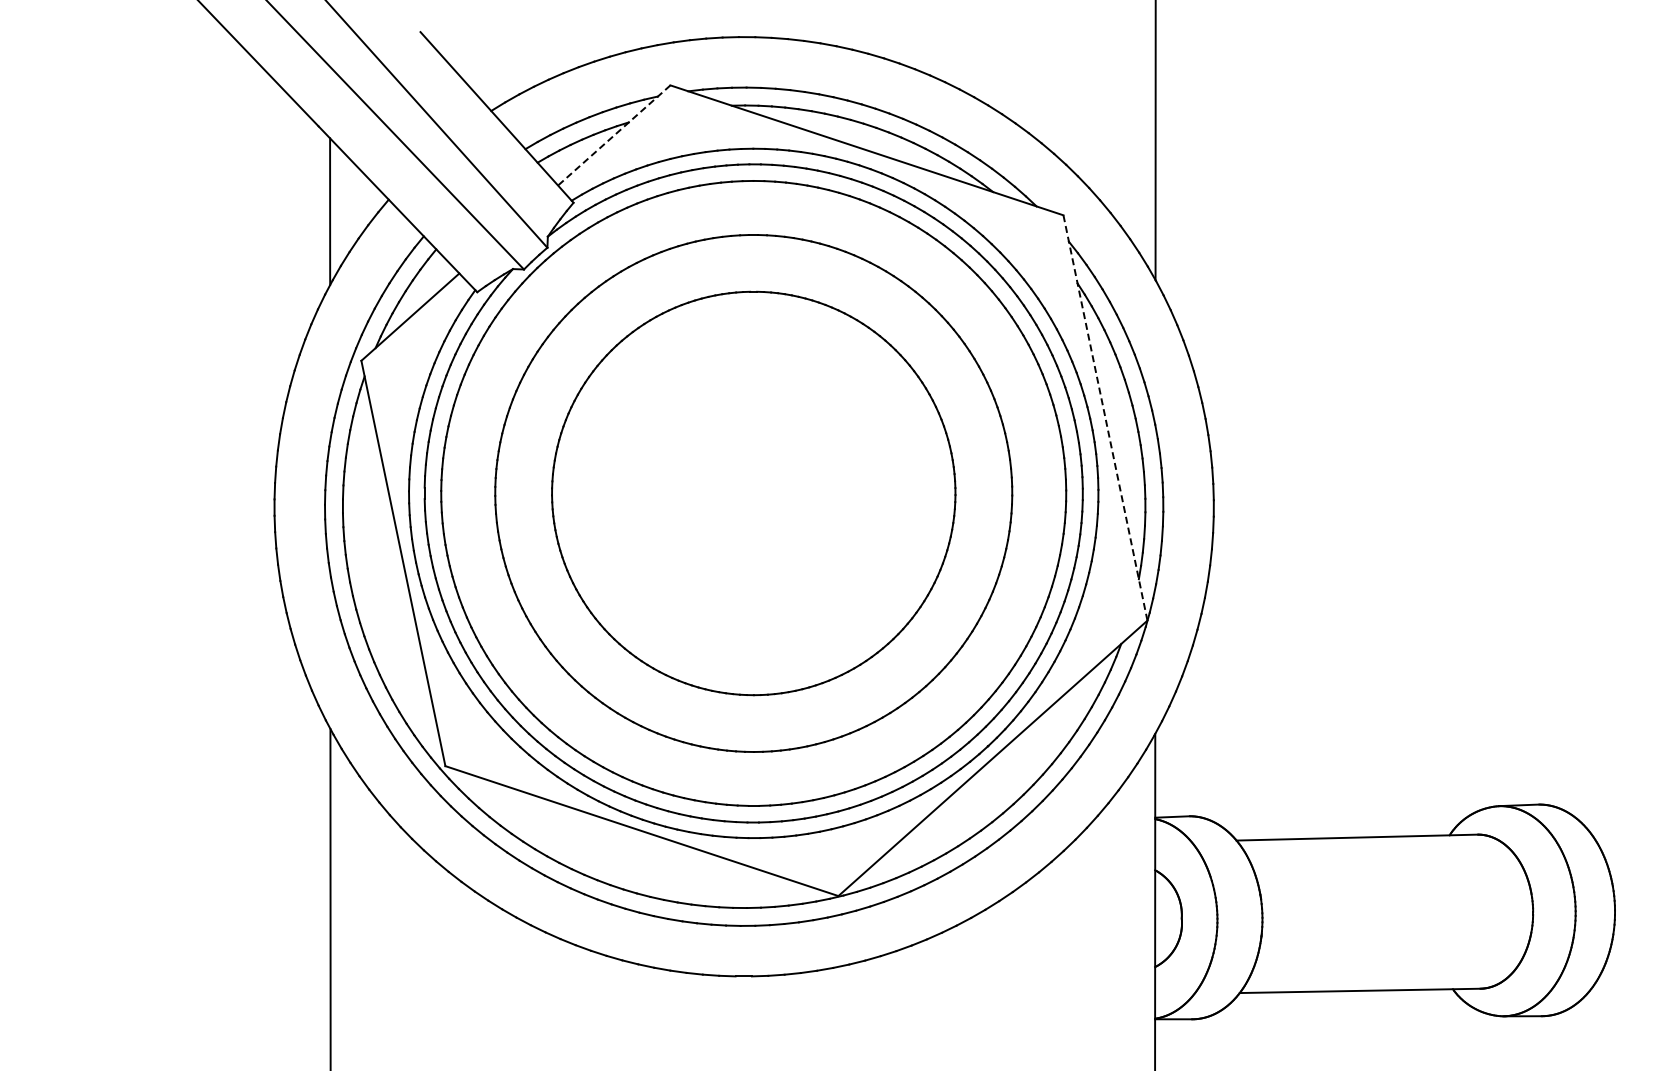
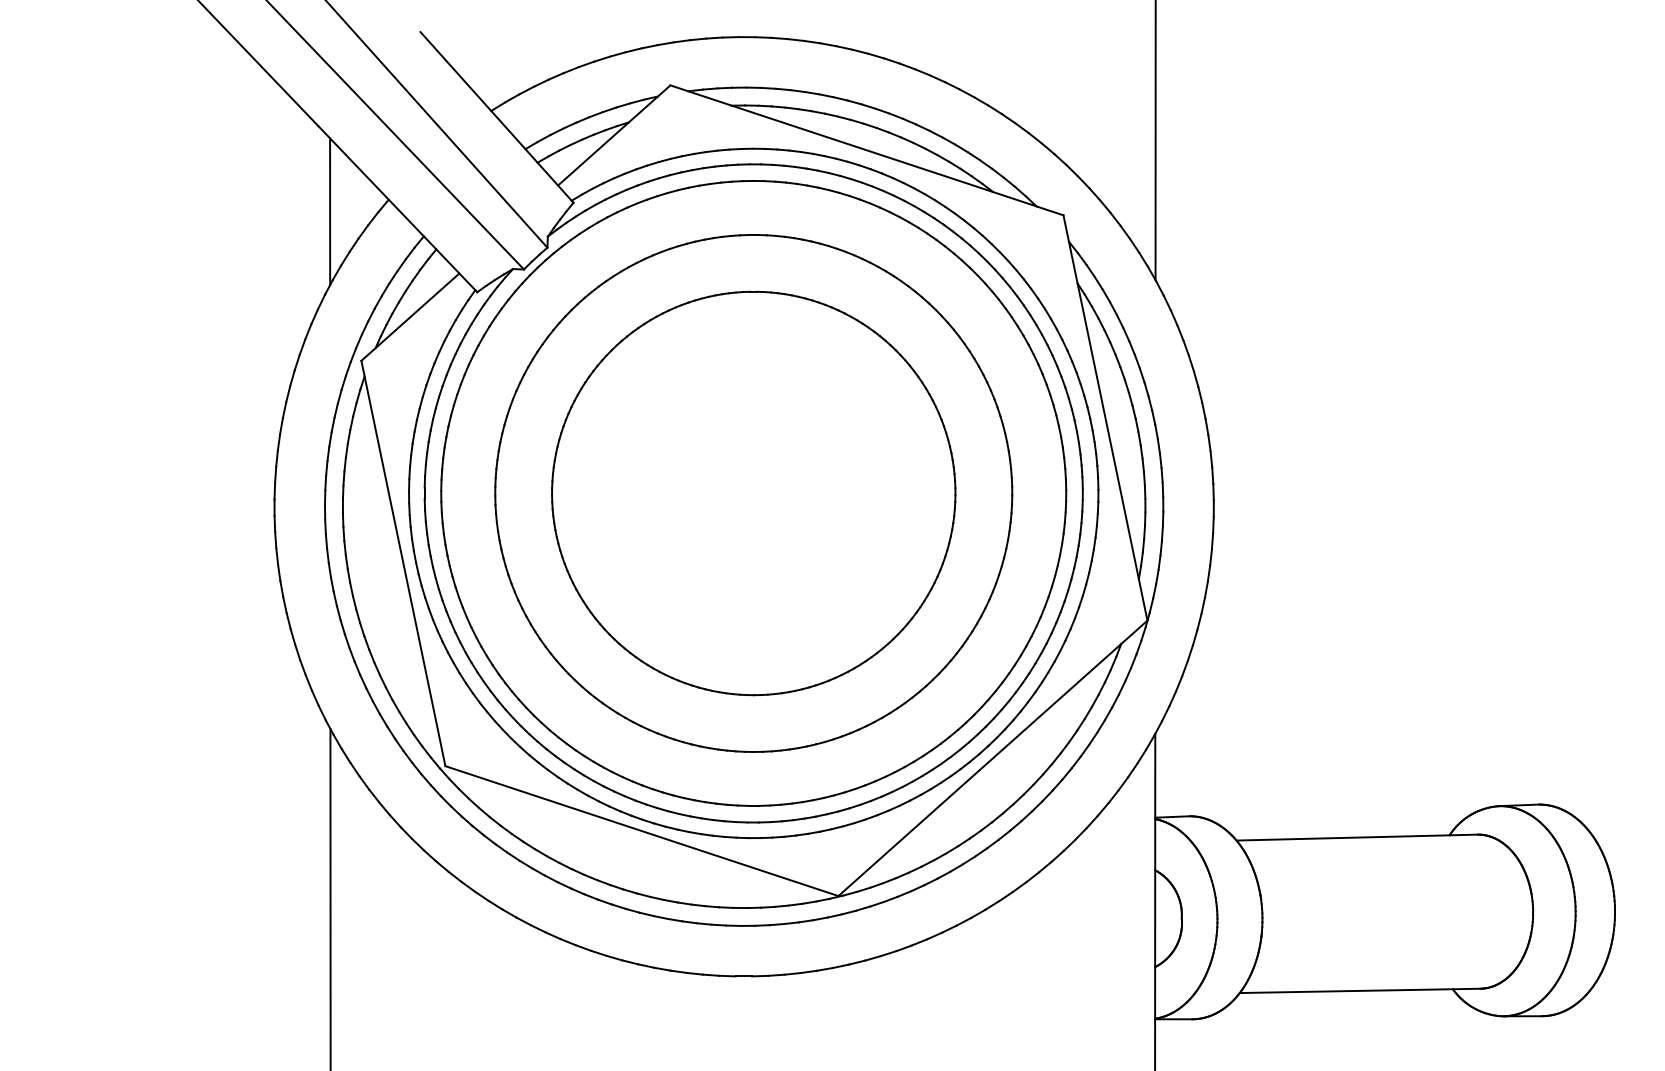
line at (613, 135): dashed -> solid
line at (1105, 417): dashed -> solid
